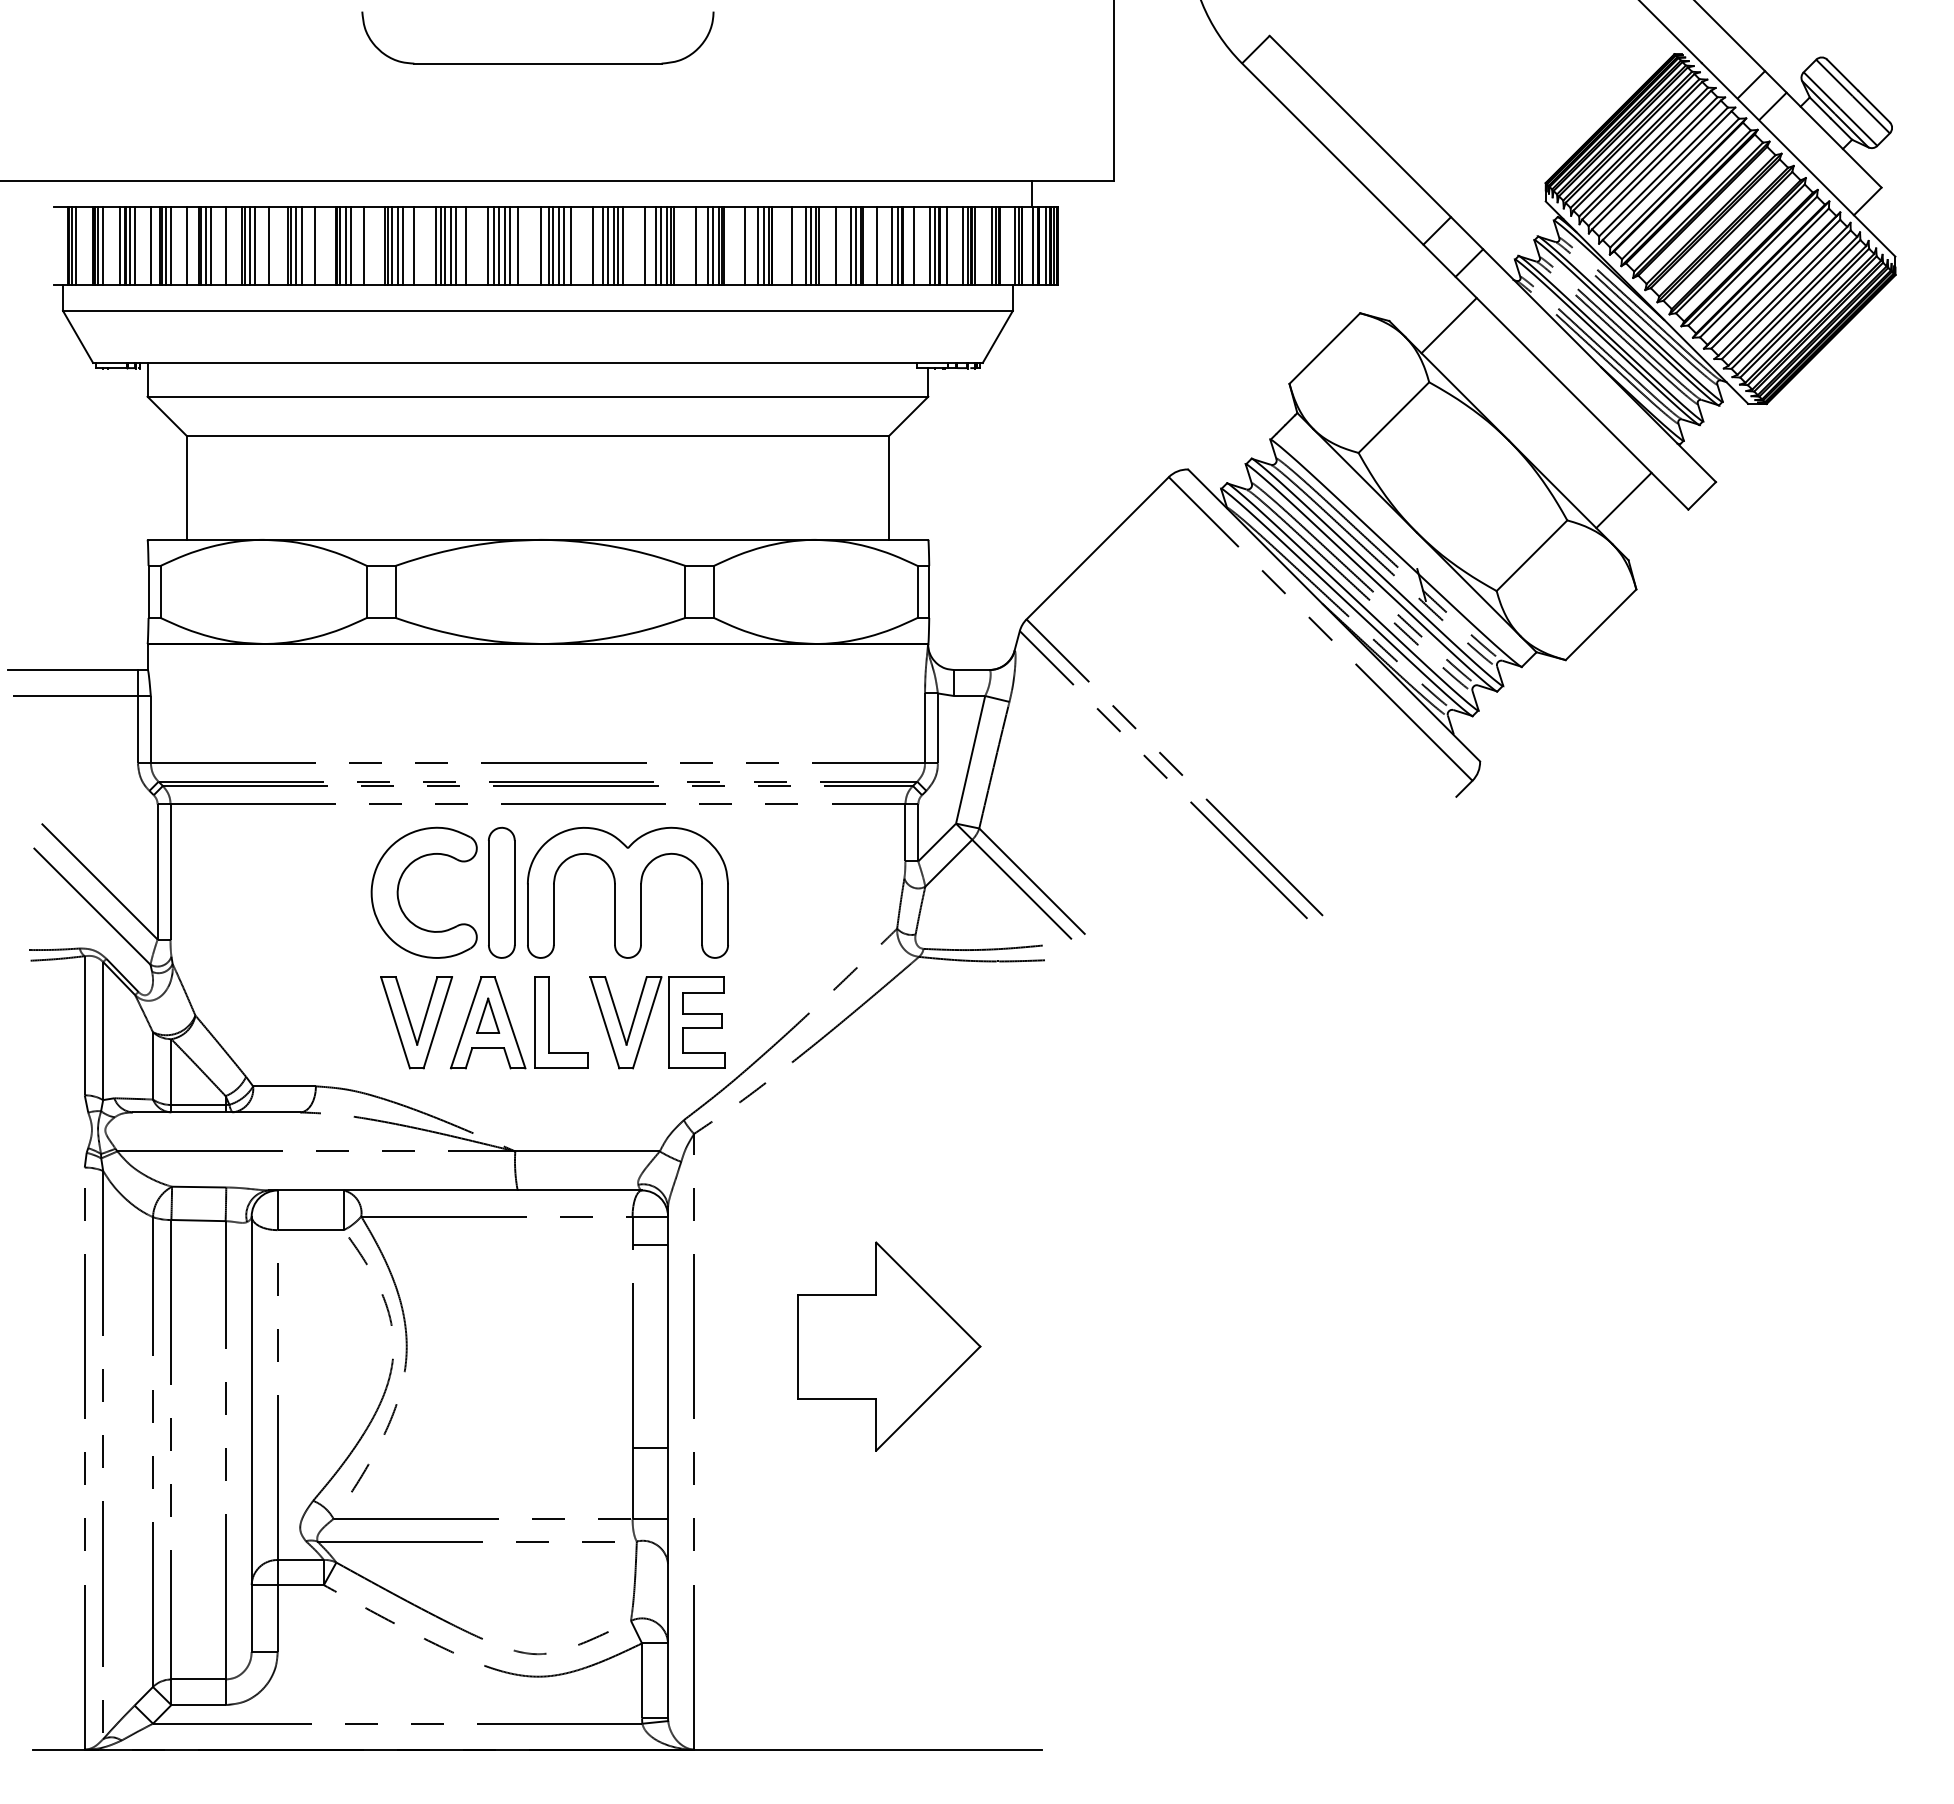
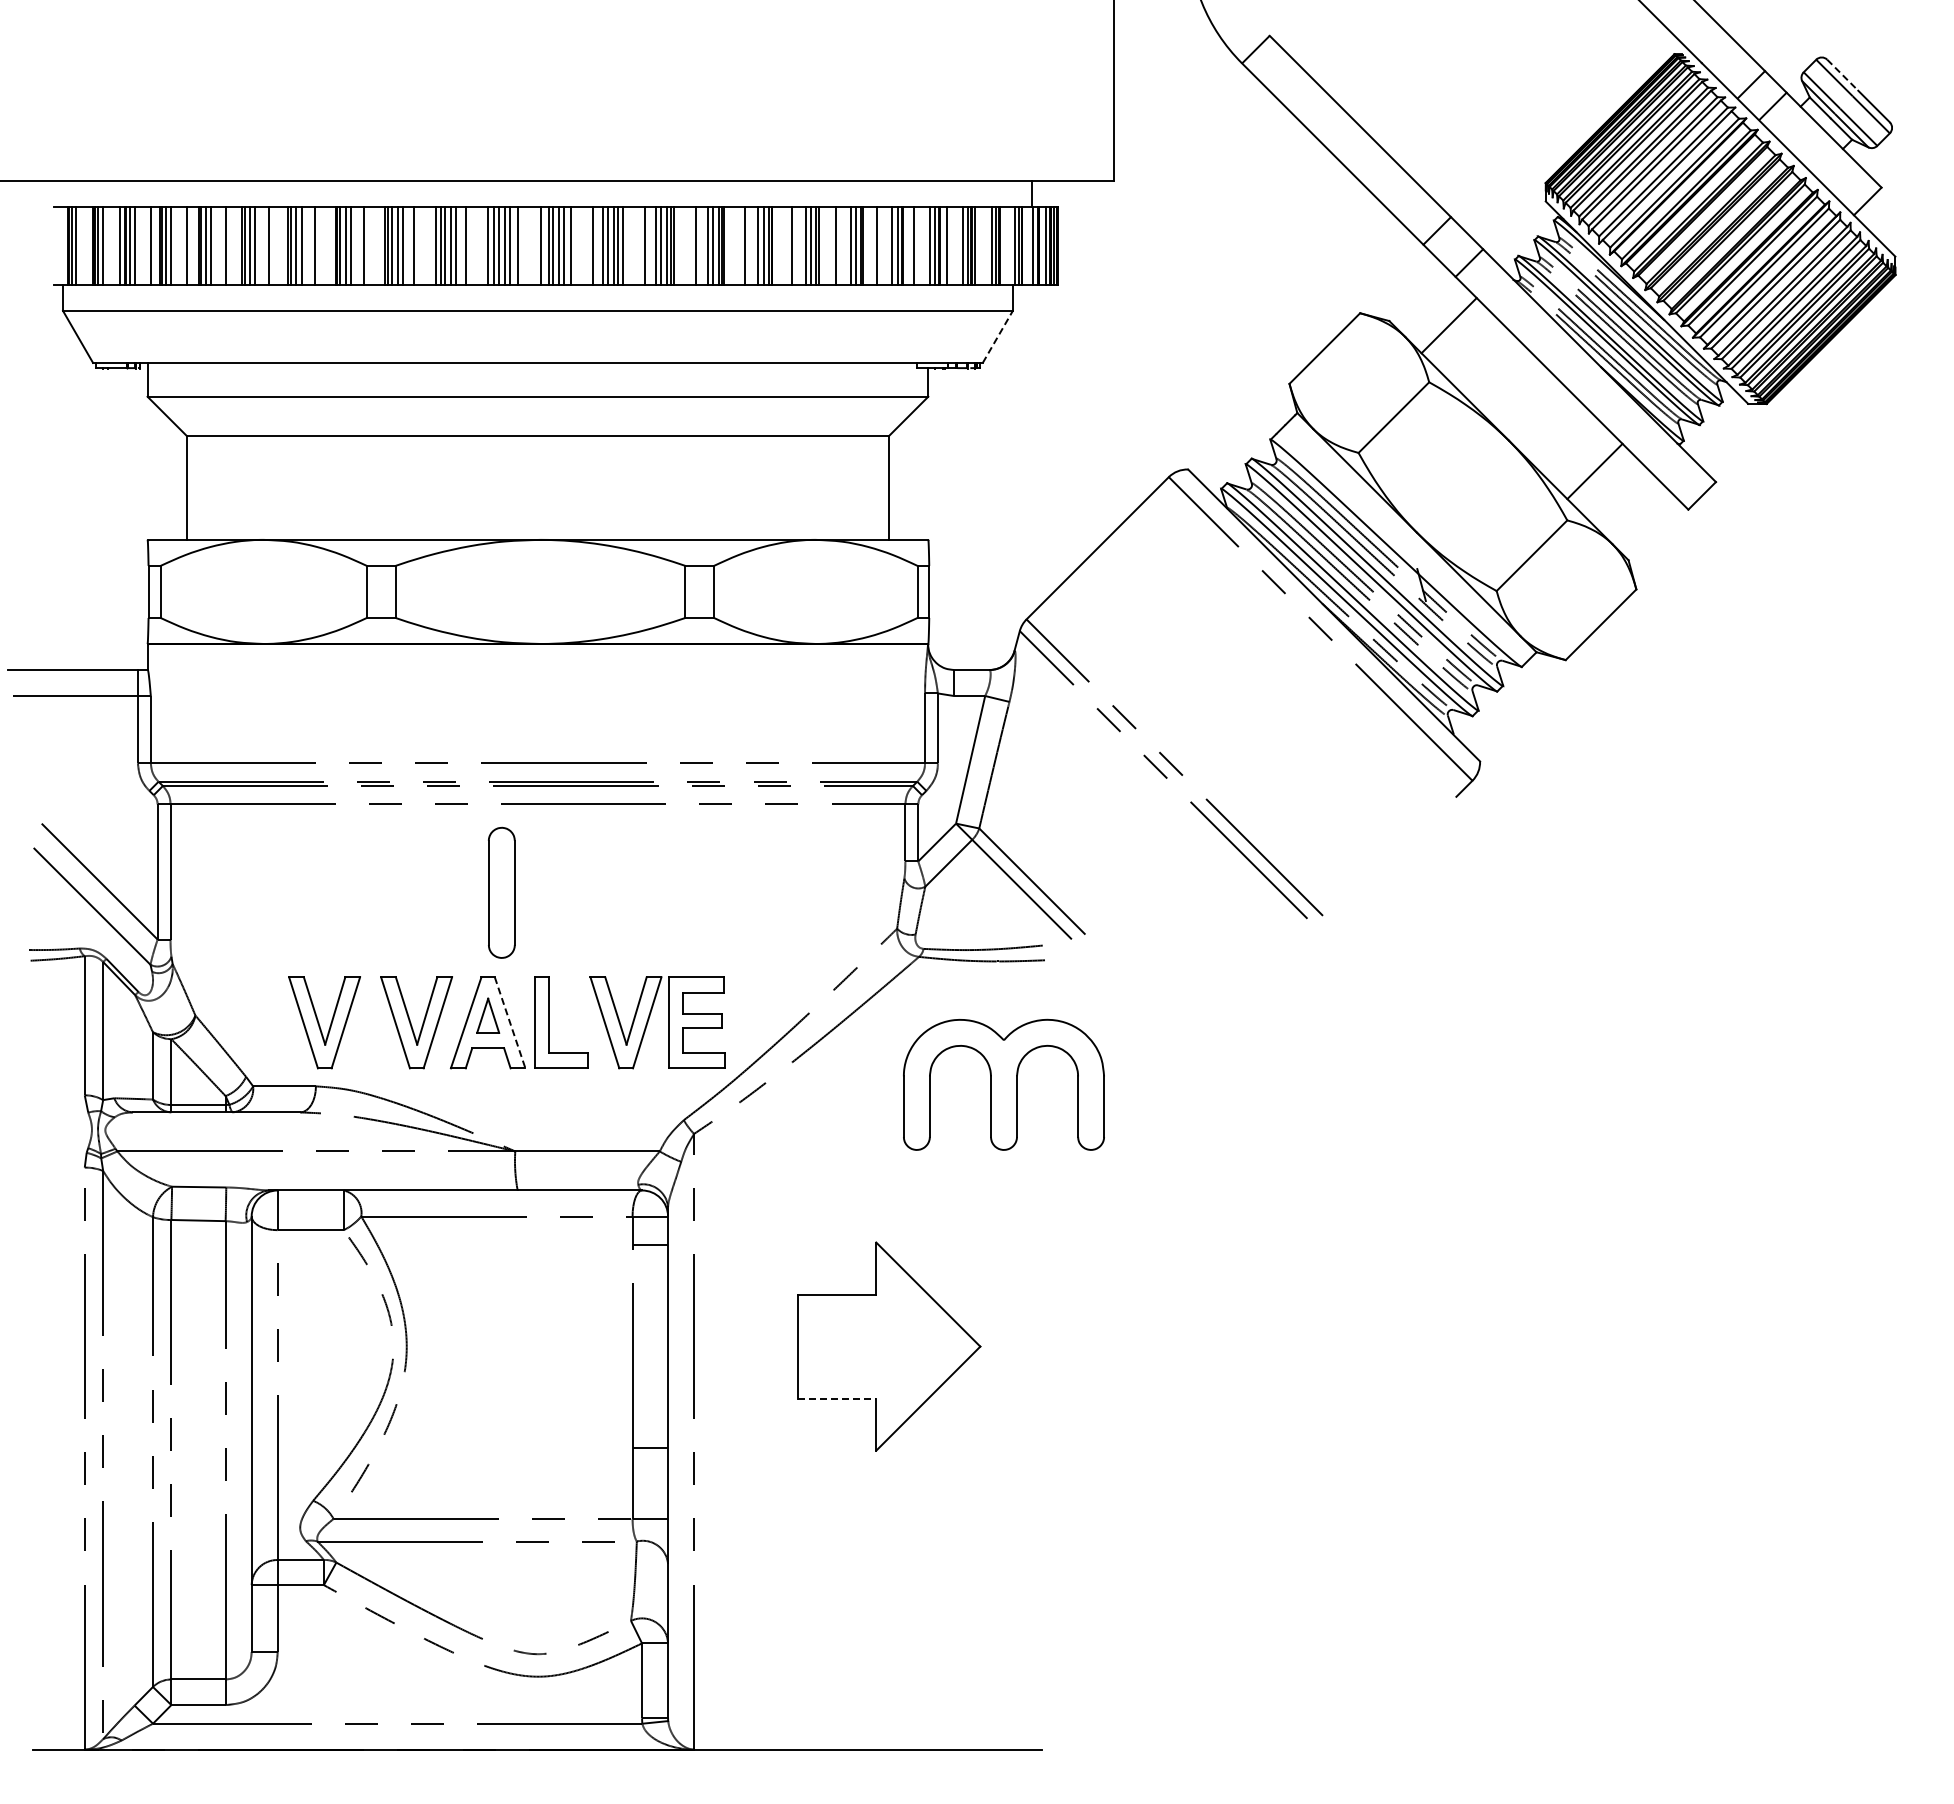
part at (537, 63): present -> none
line at (1842, 75): solid -> dashed
line at (998, 336): solid -> dashed
line at (1623, 500) position: (1623, 500) -> (1594, 471)
part at (399, 886): present -> none
part at (627, 892) position: (627, 892) -> (1003, 1084)
part at (324, 1022): none -> present
line at (510, 1023): solid -> dashed
line at (837, 1398): solid -> dashed
